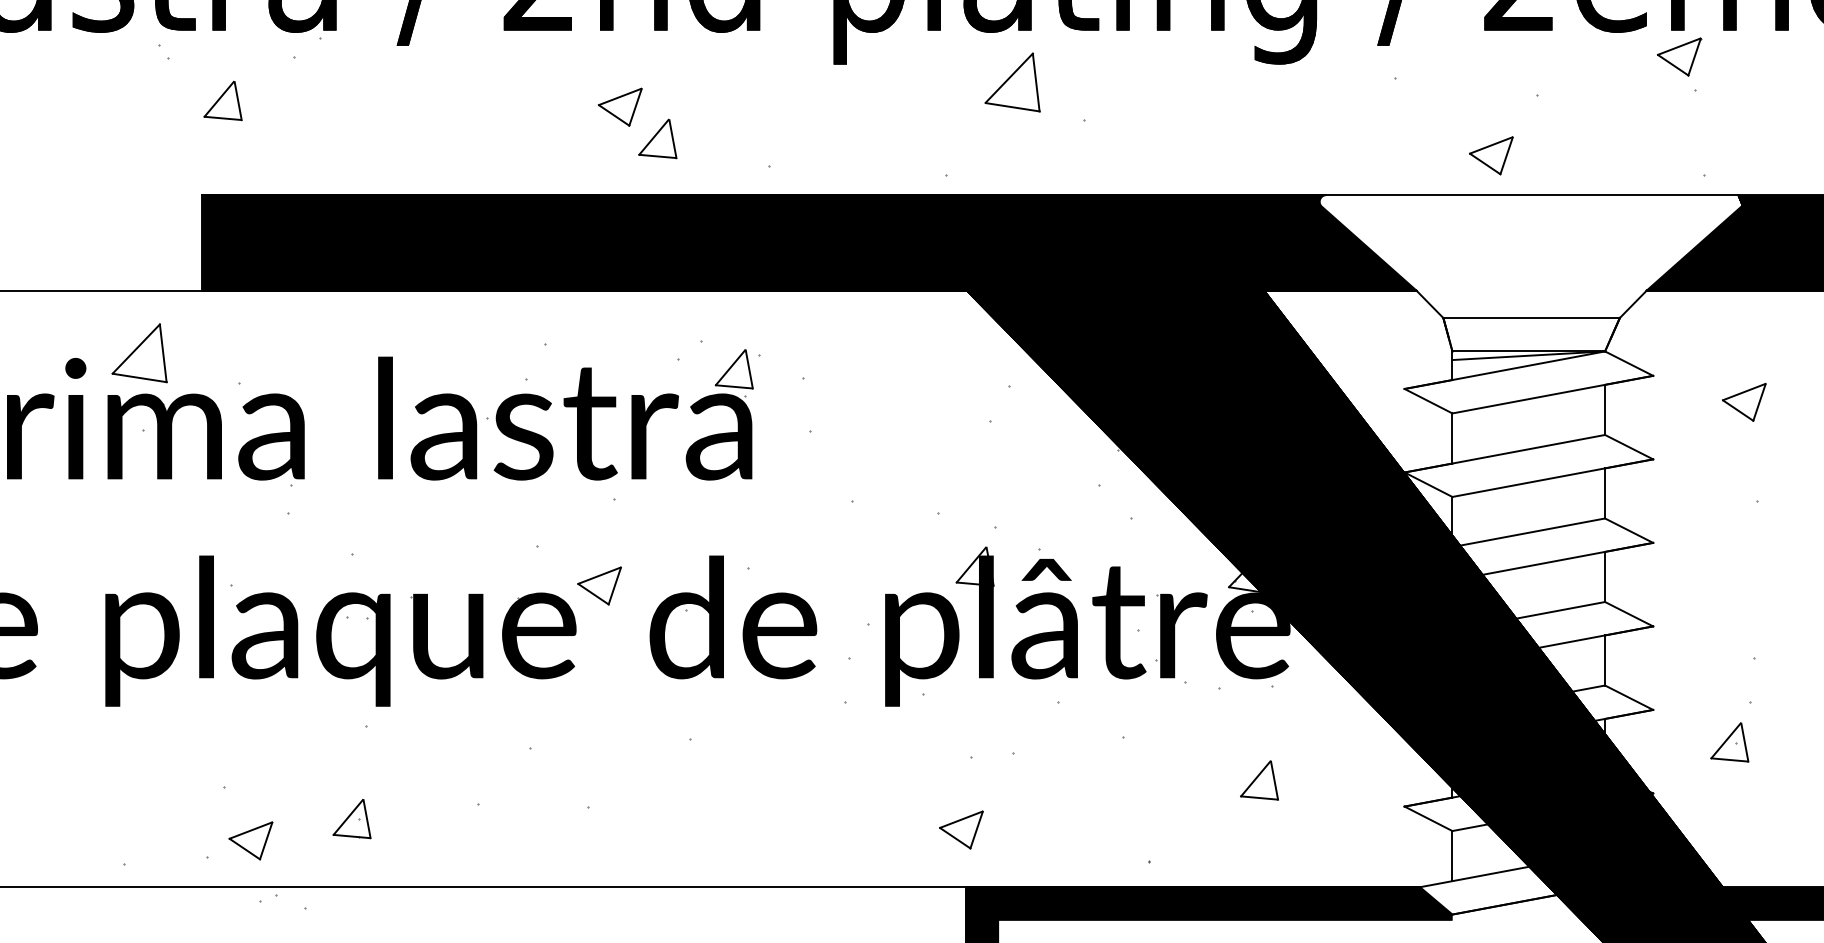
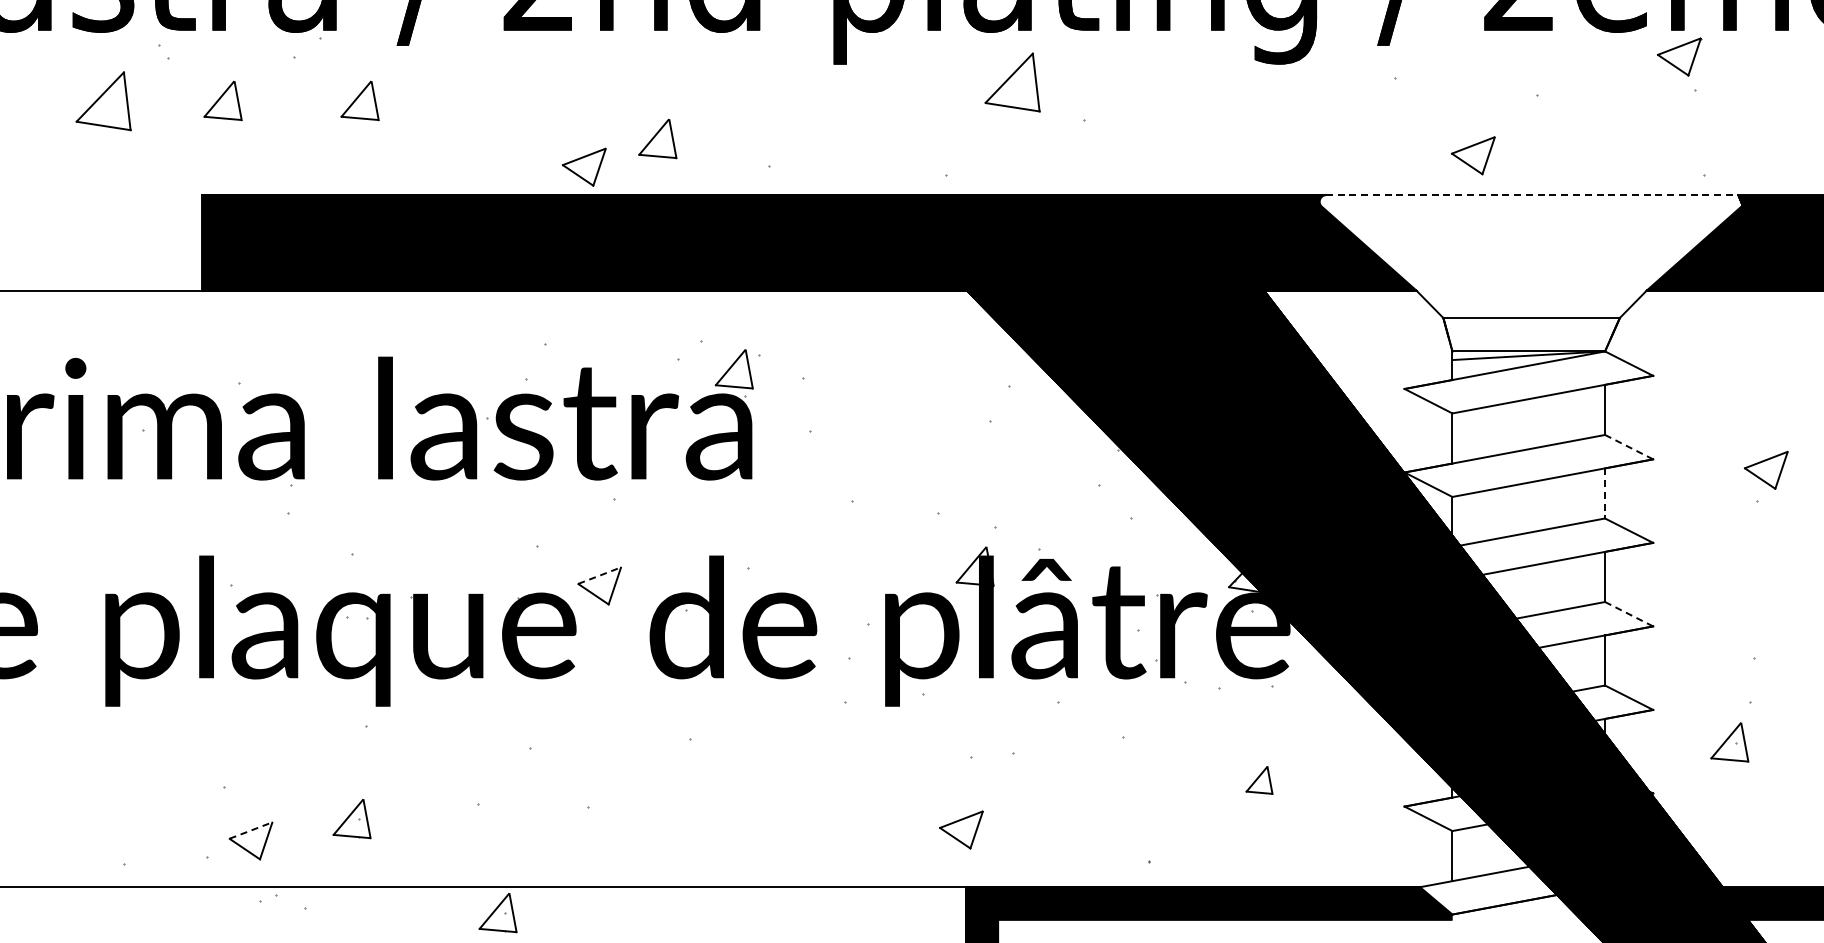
part at (359, 100): none -> present
part at (619, 106) position: (619, 106) -> (583, 166)
part at (1491, 155) position: (1491, 155) -> (1473, 155)
line at (1531, 195): solid -> dashed
part at (139, 353) position: (139, 353) -> (103, 101)
part at (1744, 401) position: (1744, 401) -> (1766, 469)
line at (1629, 447): solid -> dashed
line at (1605, 493): solid -> dashed
line at (599, 575): solid -> dashed
line at (1629, 614): solid -> dashed
part at (1259, 780) size: 39x41 px -> 29x29 px
line at (250, 830): solid -> dashed
part at (497, 913): none -> present
